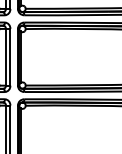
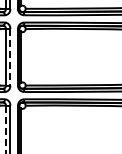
line at (10, 57): solid -> dashed
line at (5, 129): solid -> dashed
